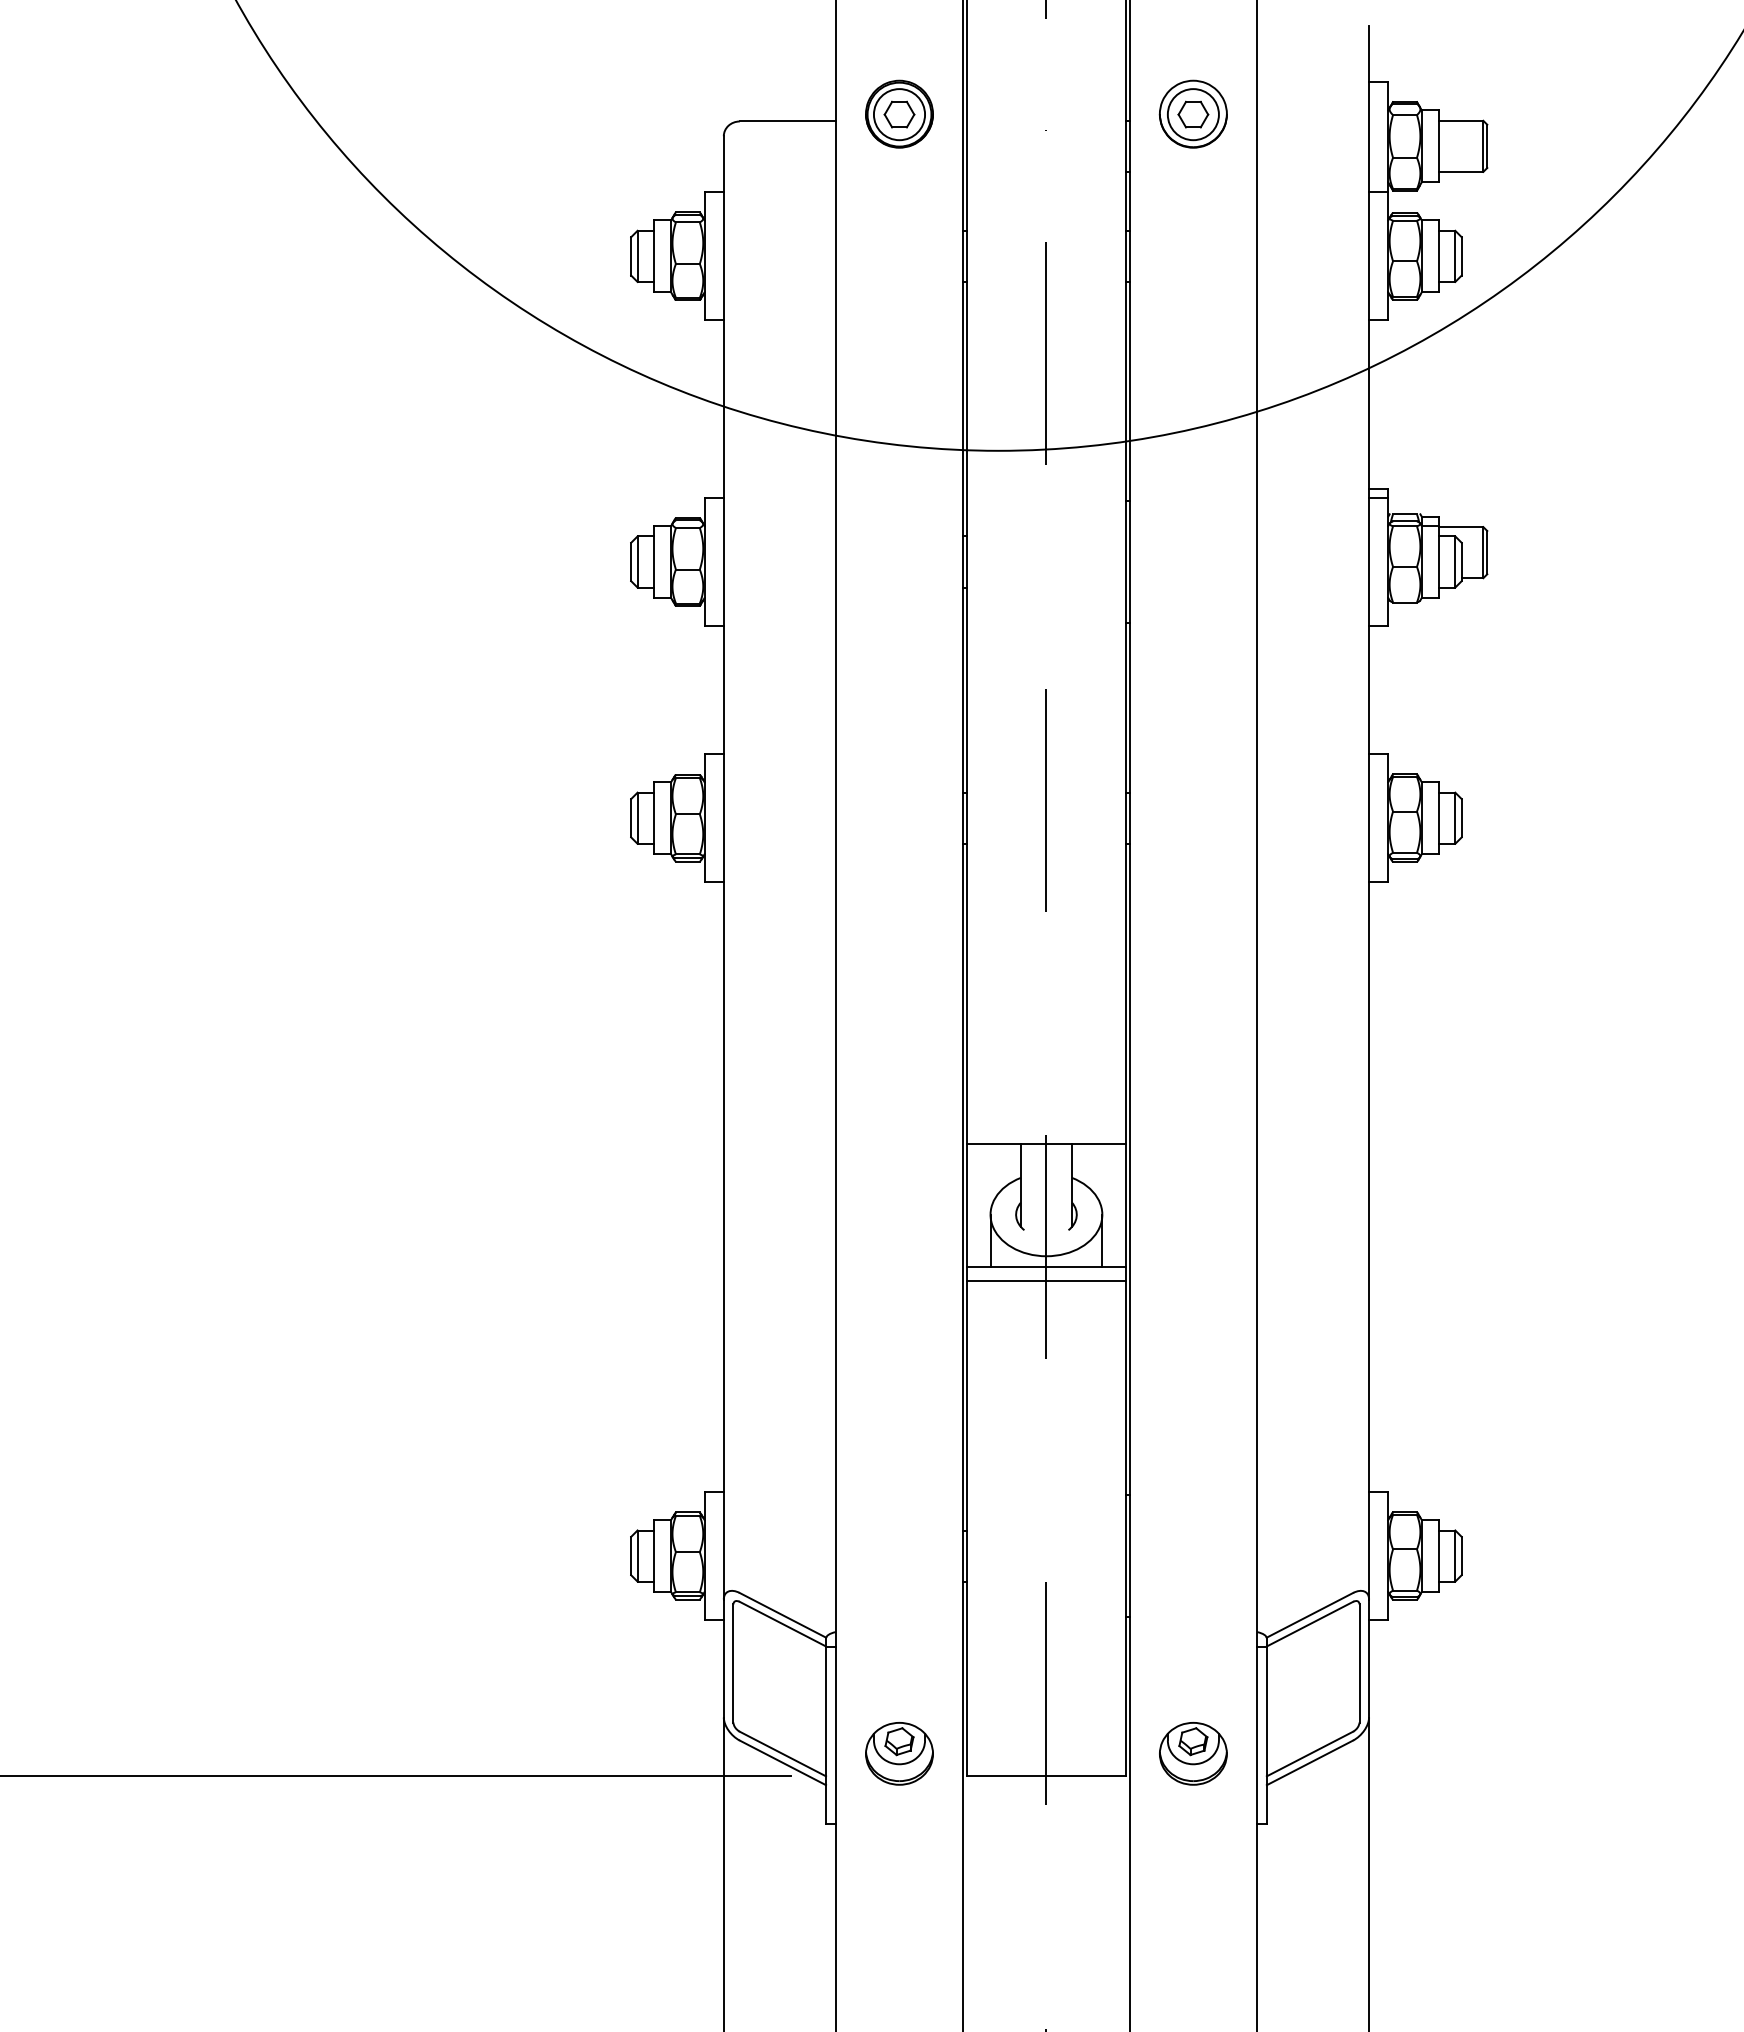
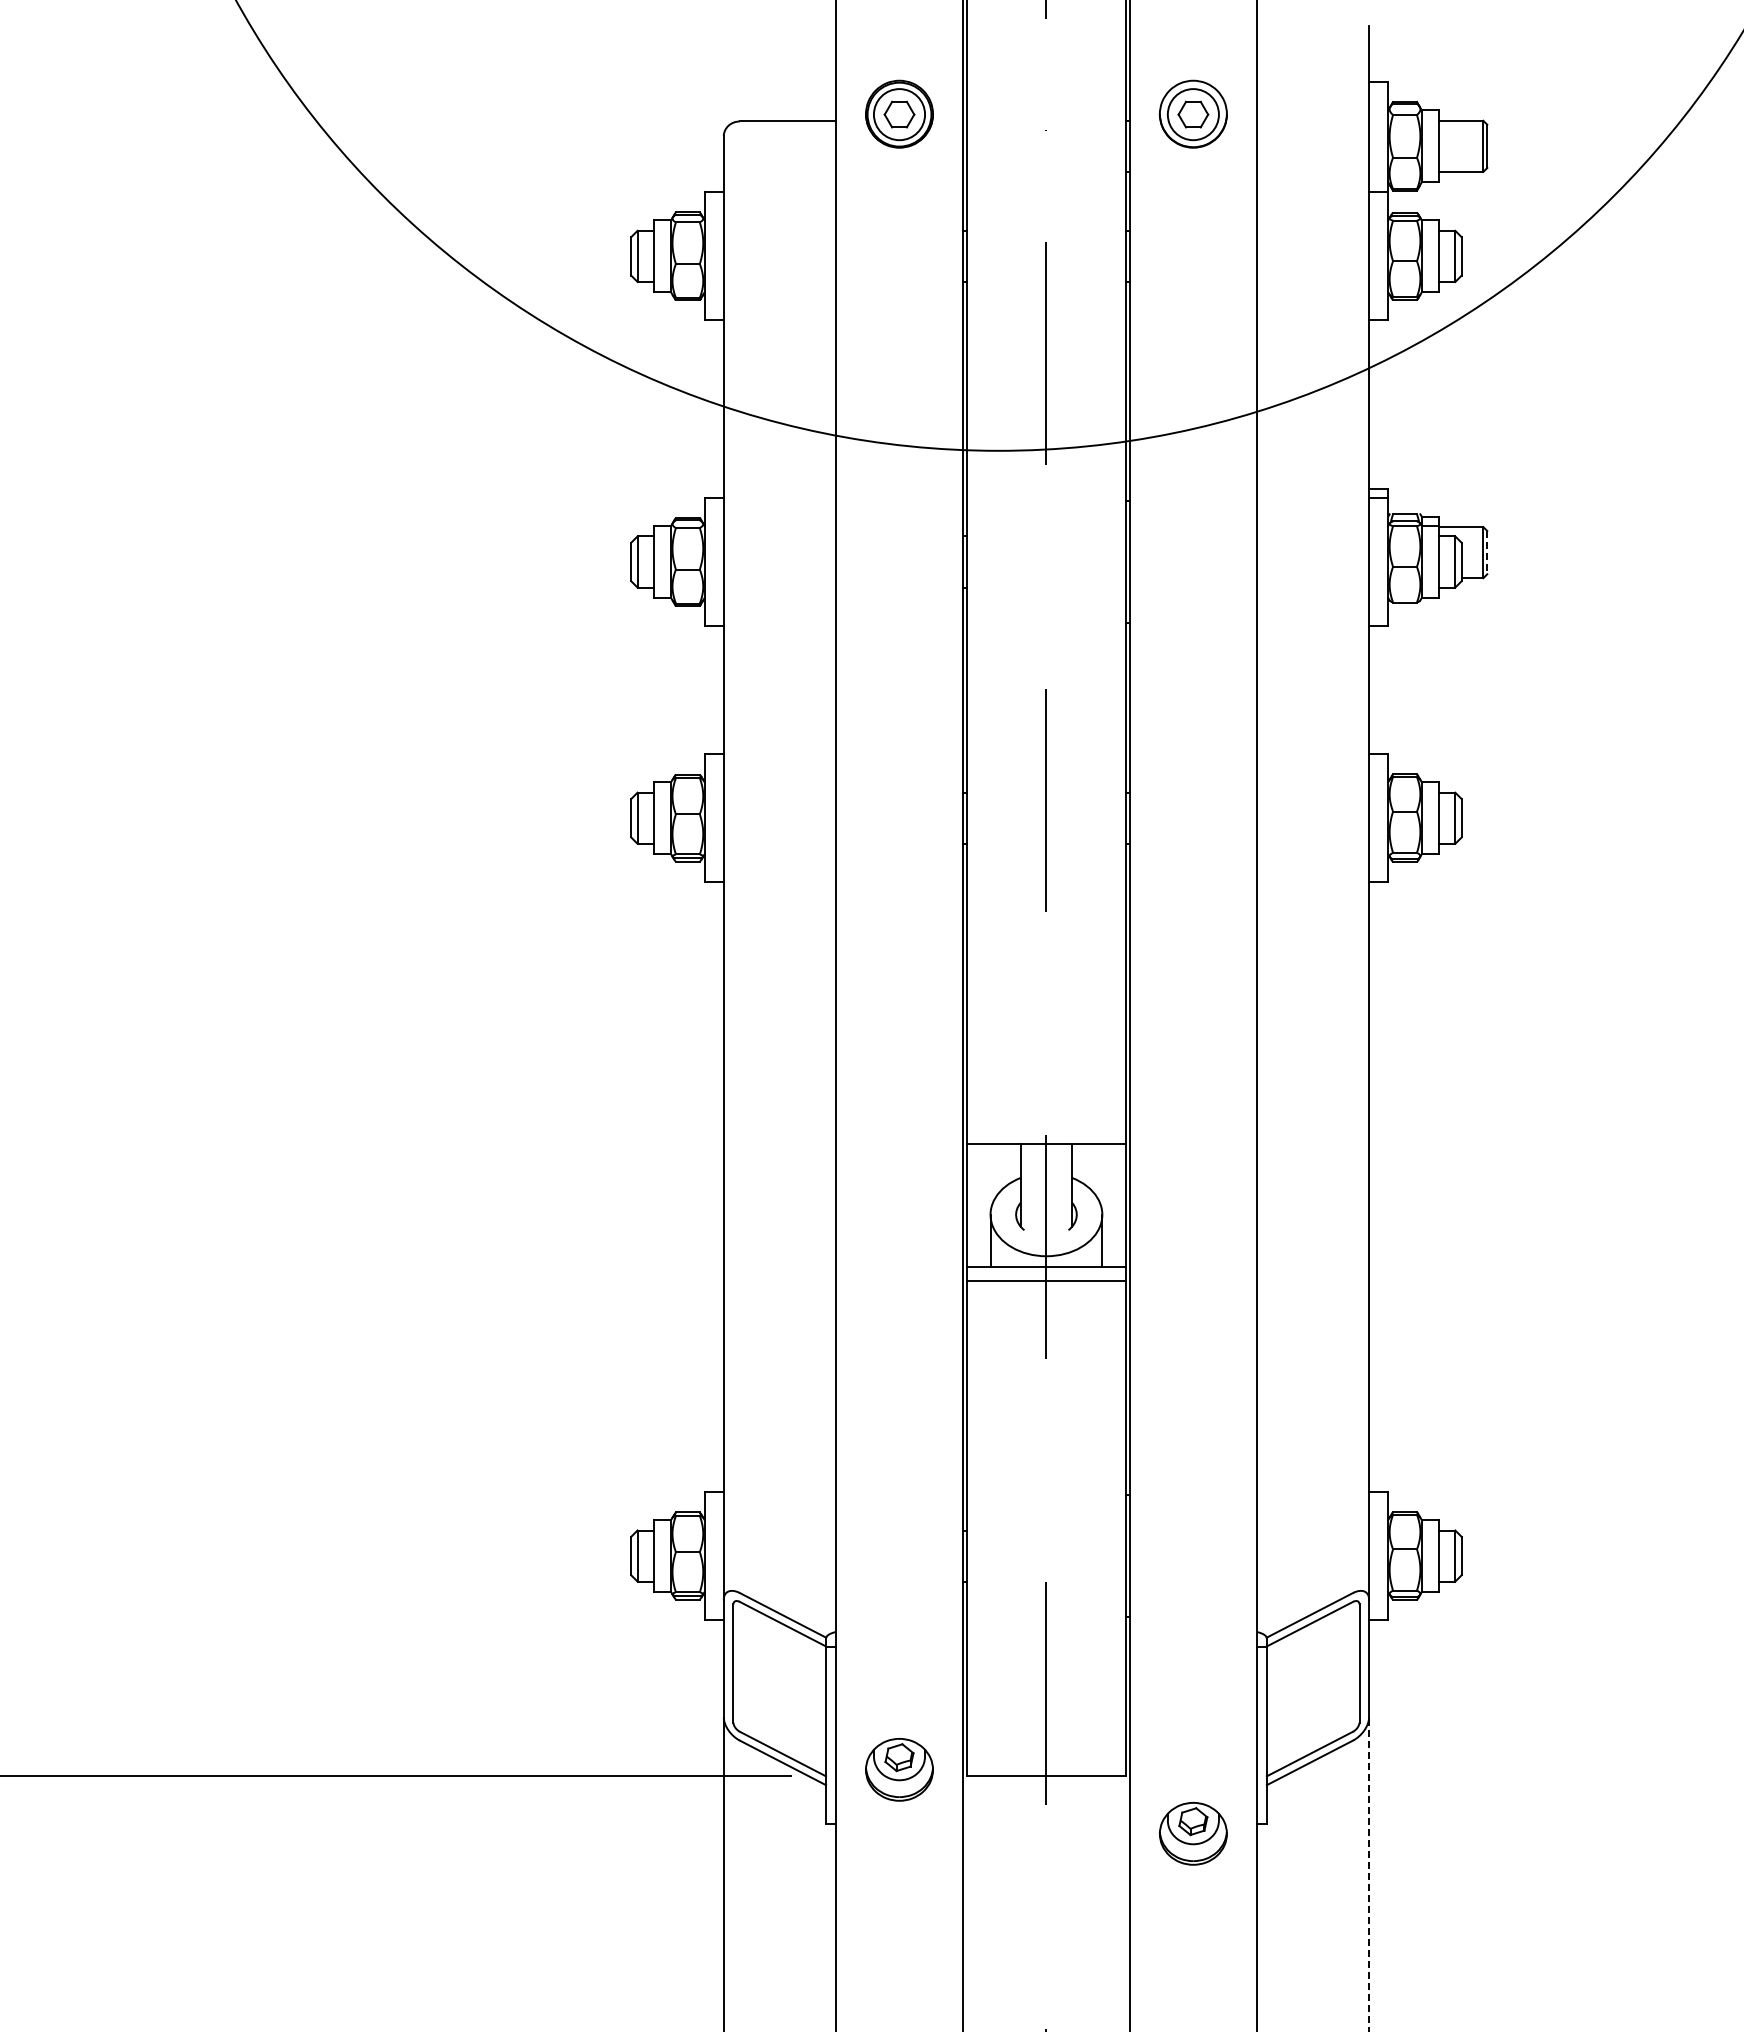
line at (1487, 552): solid -> dashed
part at (899, 1753) position: (899, 1753) -> (899, 1769)
part at (1193, 1753) position: (1193, 1753) -> (1193, 1833)
line at (1369, 1874): solid -> dashed
